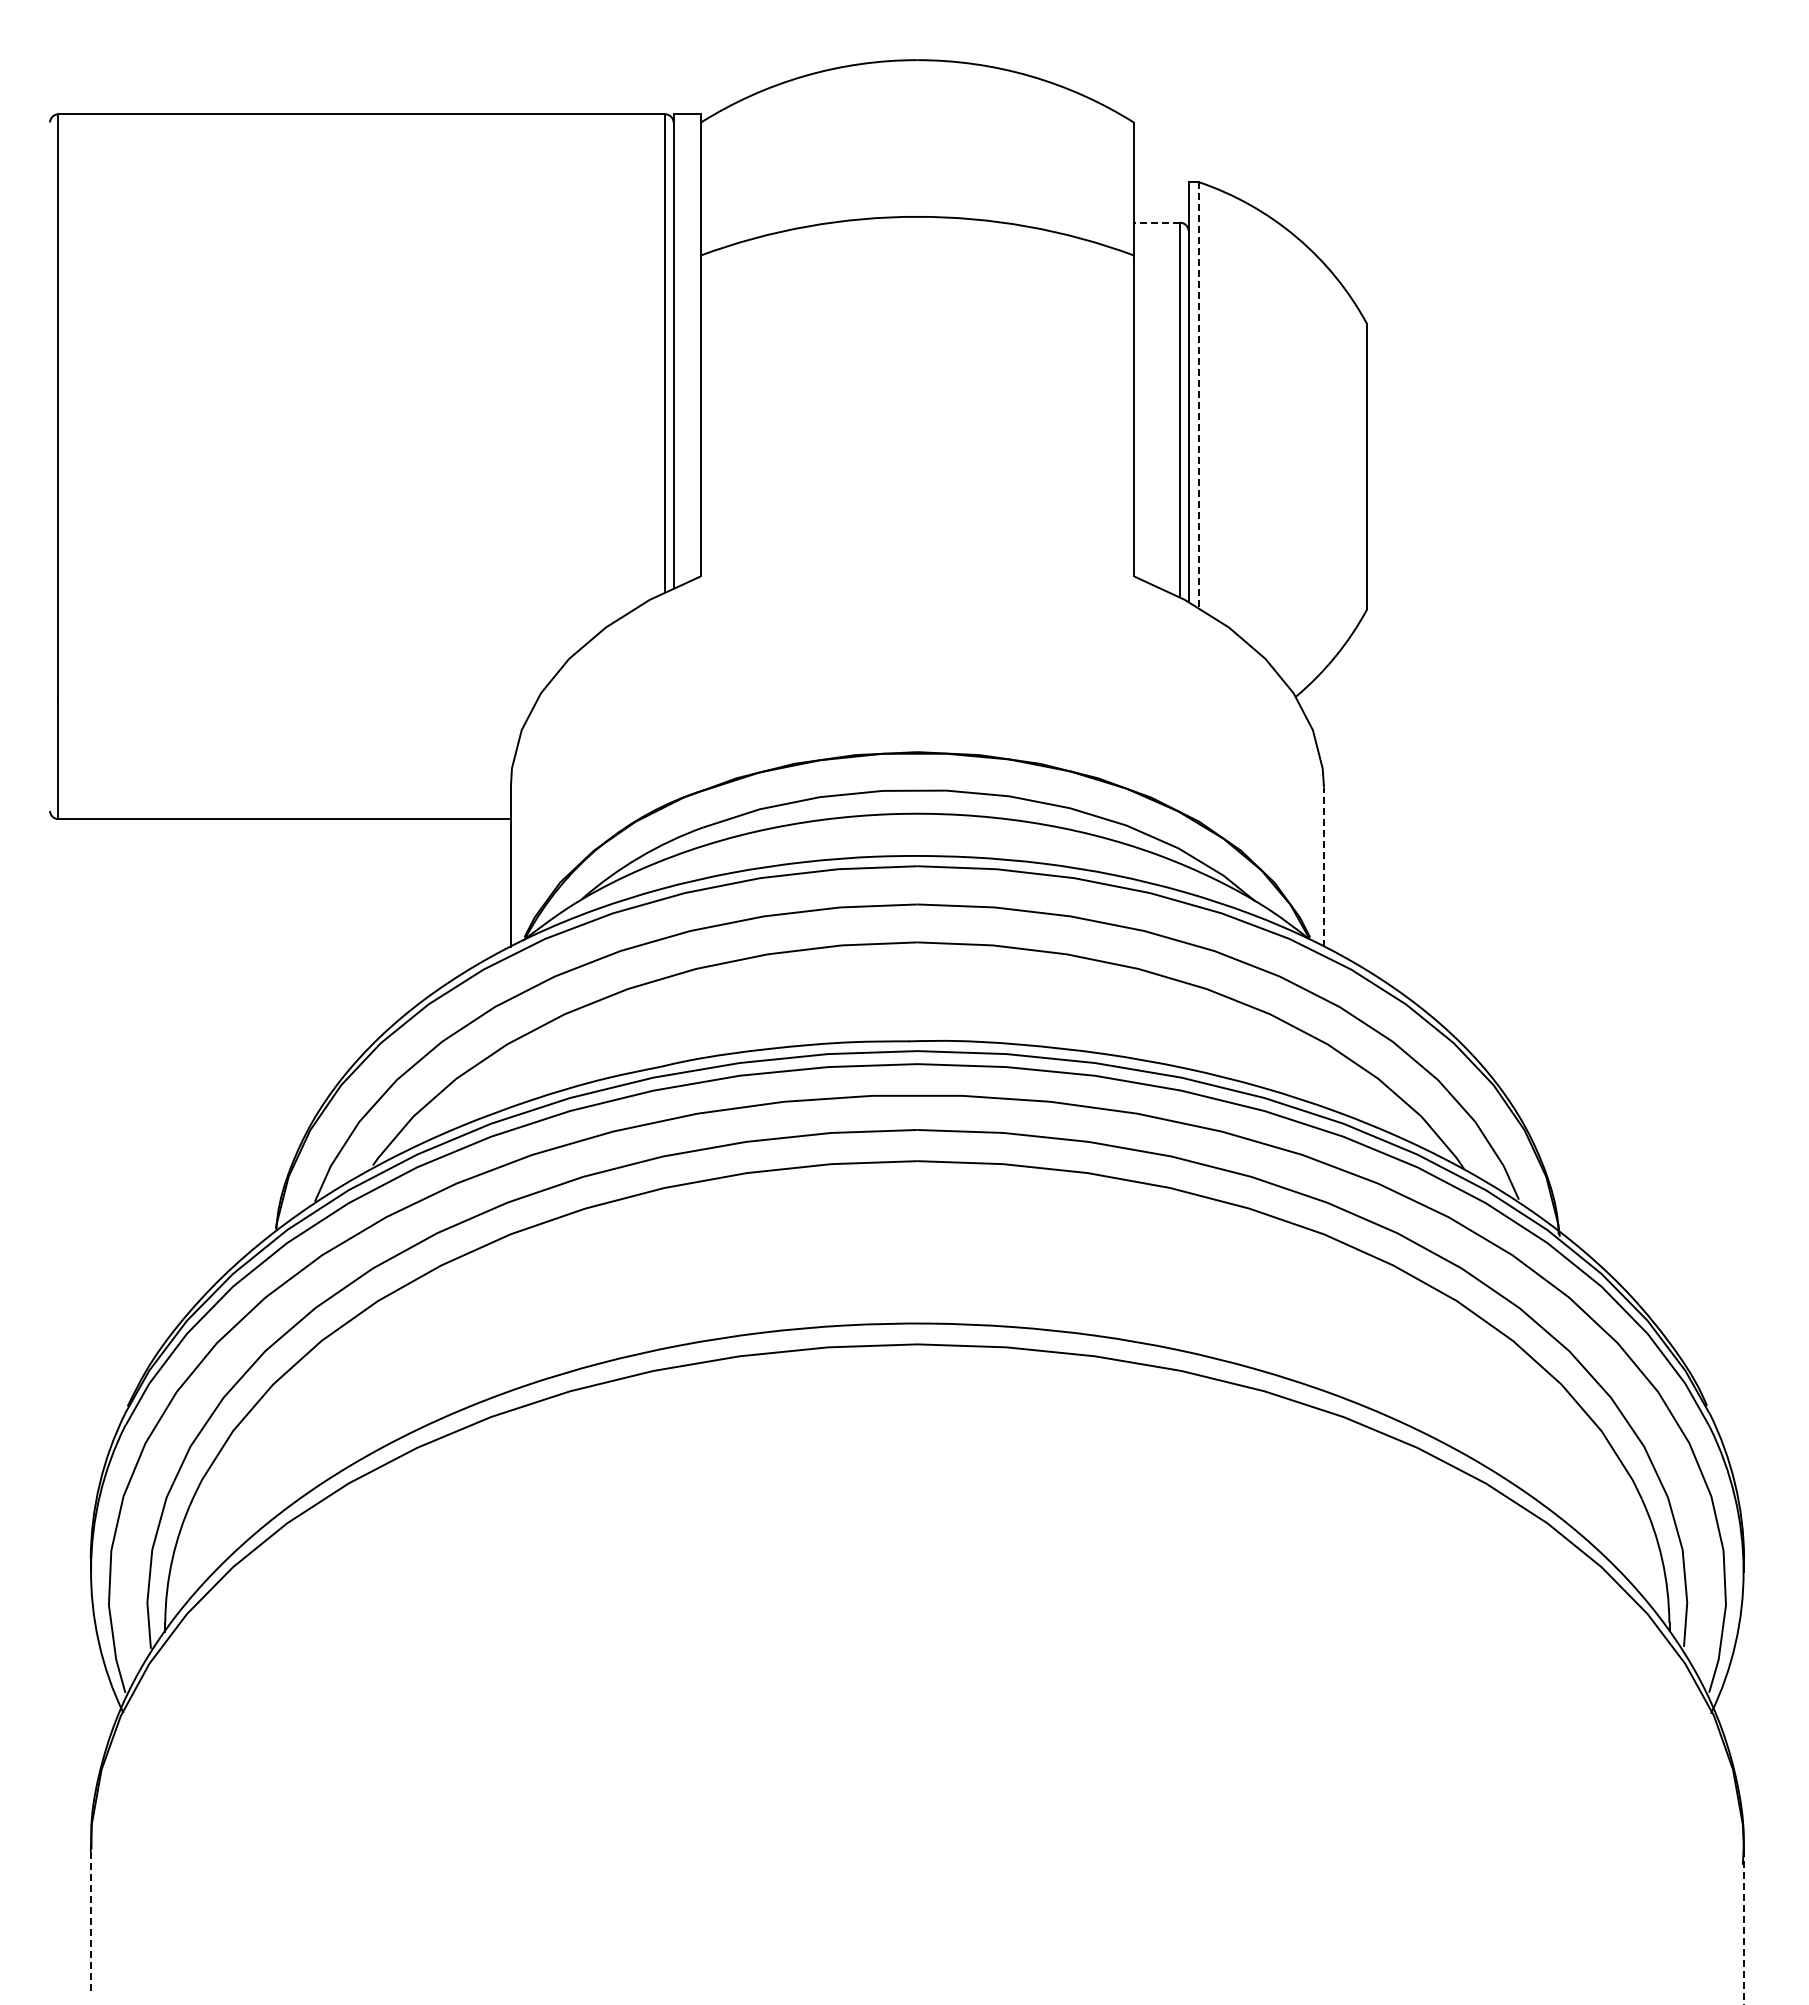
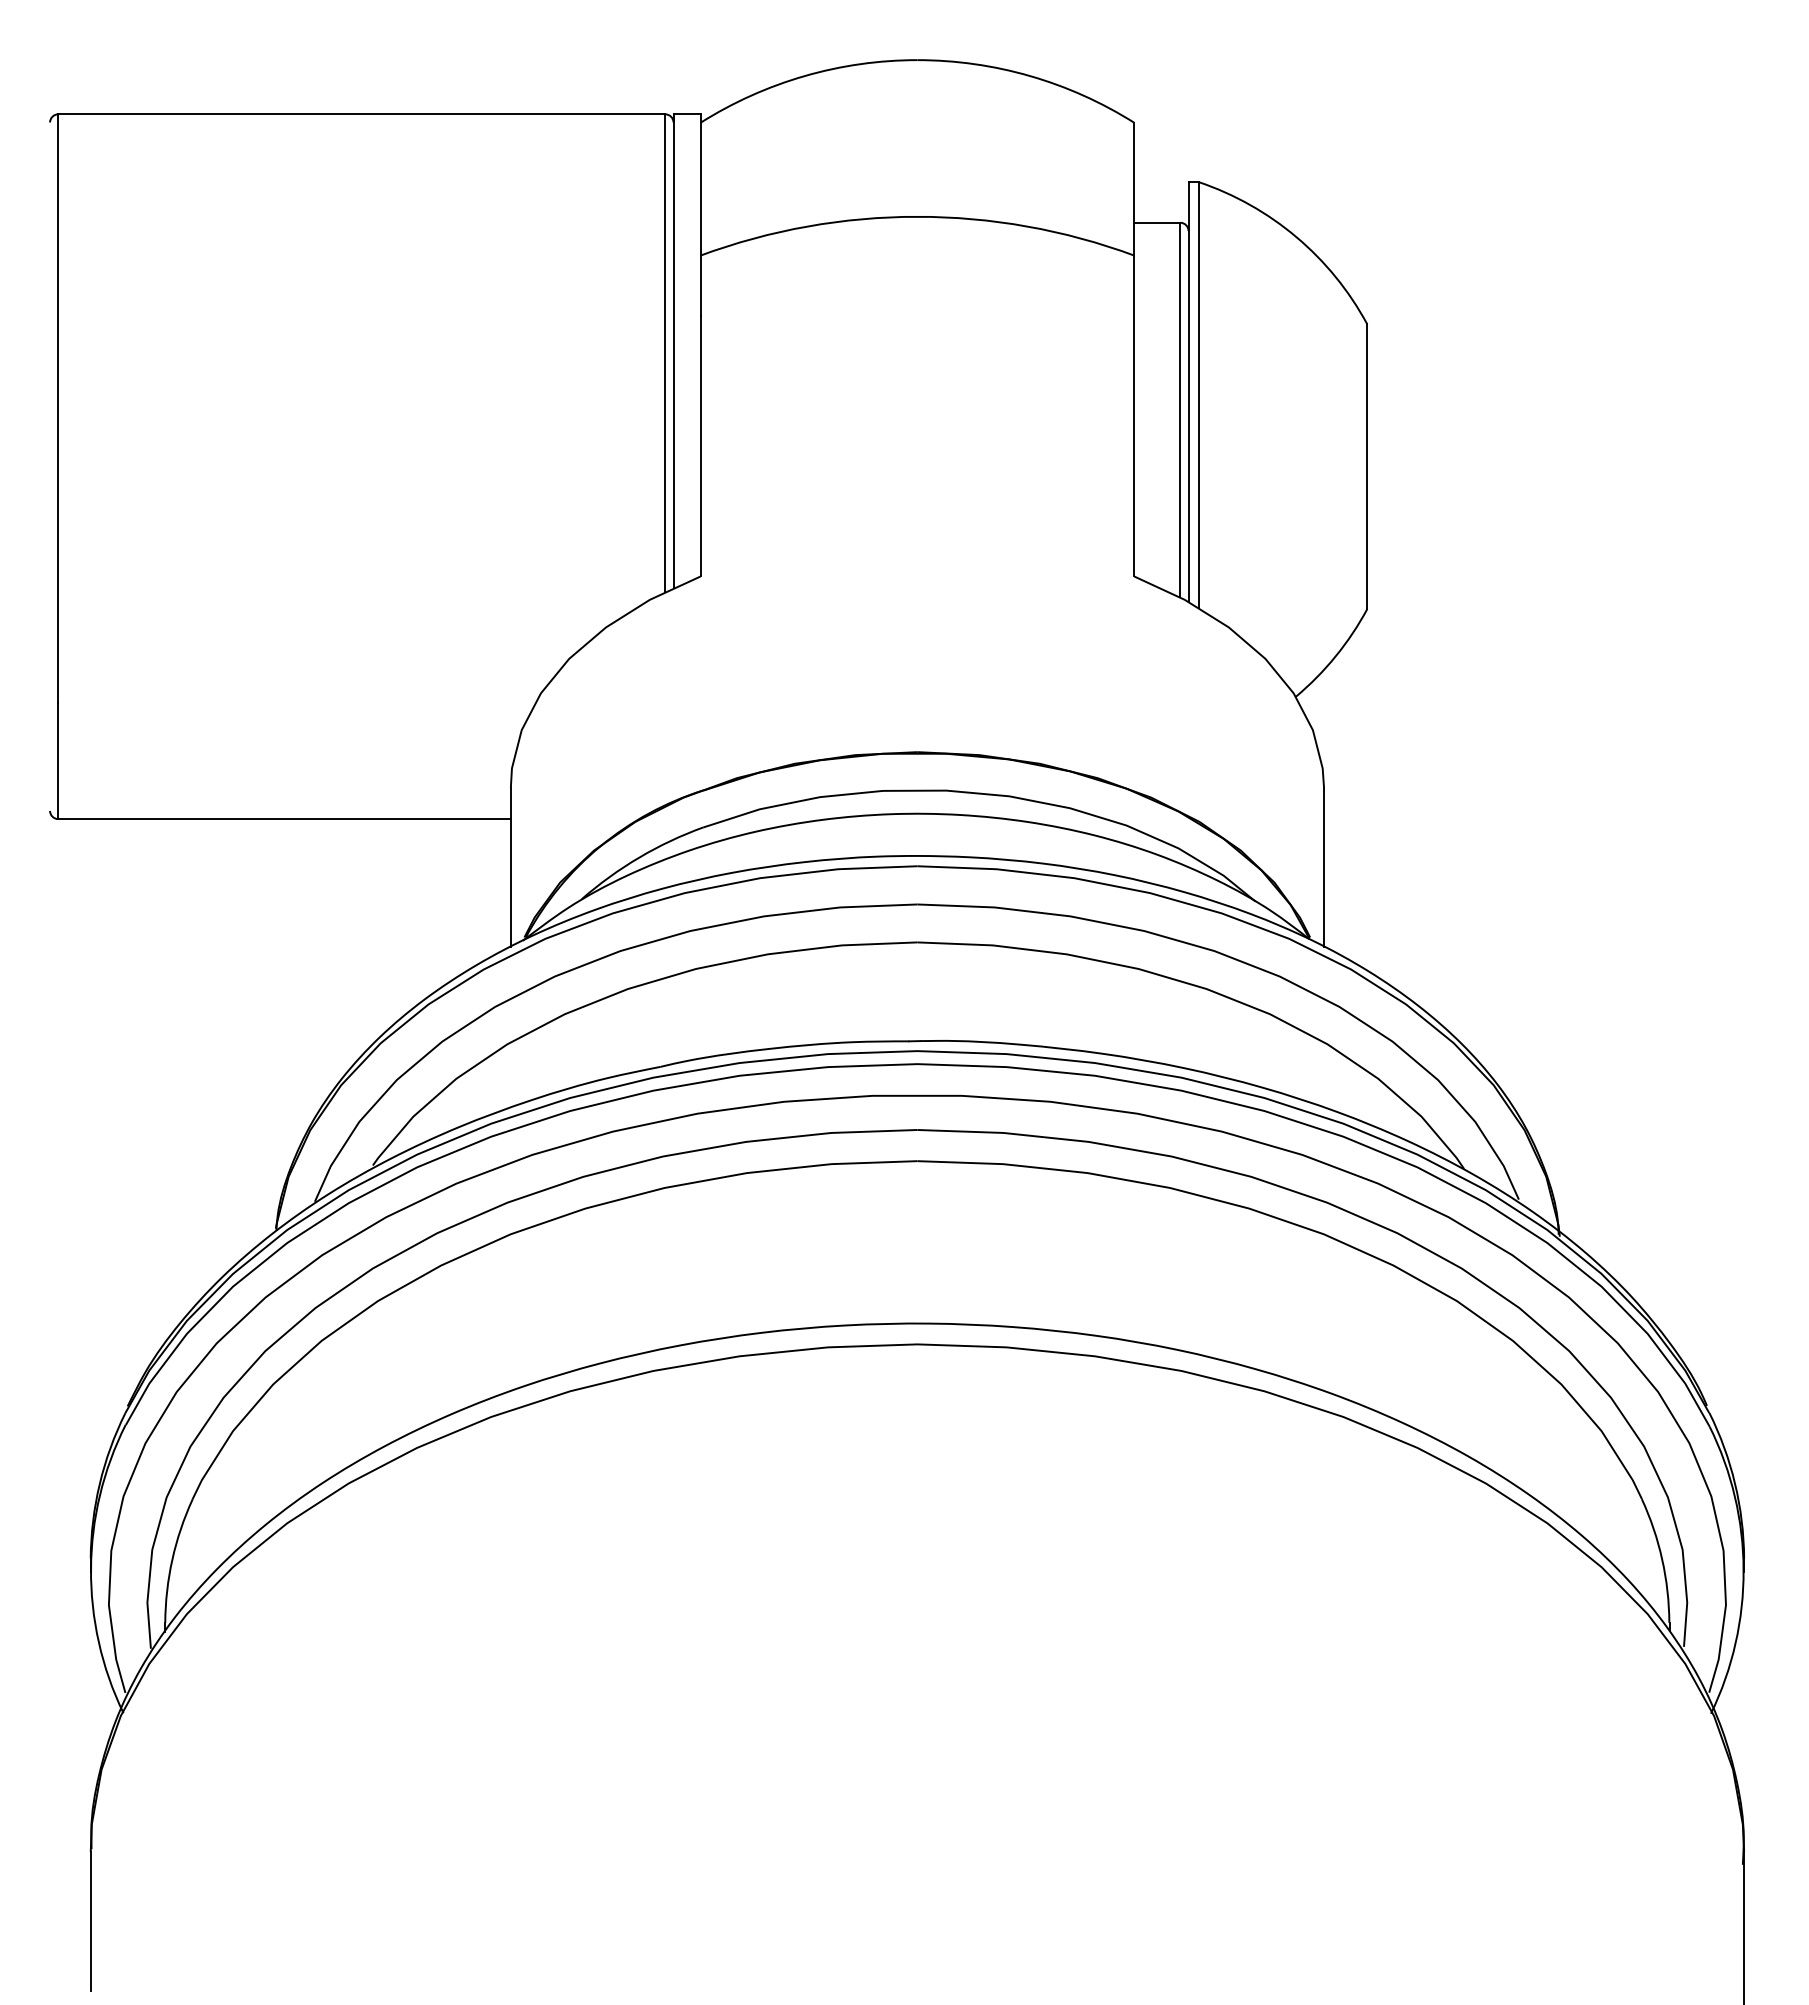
line at (1156, 222): dashed -> solid
line at (1198, 394): dashed -> solid
line at (1324, 867): dashed -> solid
line at (90, 1921): dashed -> solid
line at (1744, 1927): dashed -> solid
